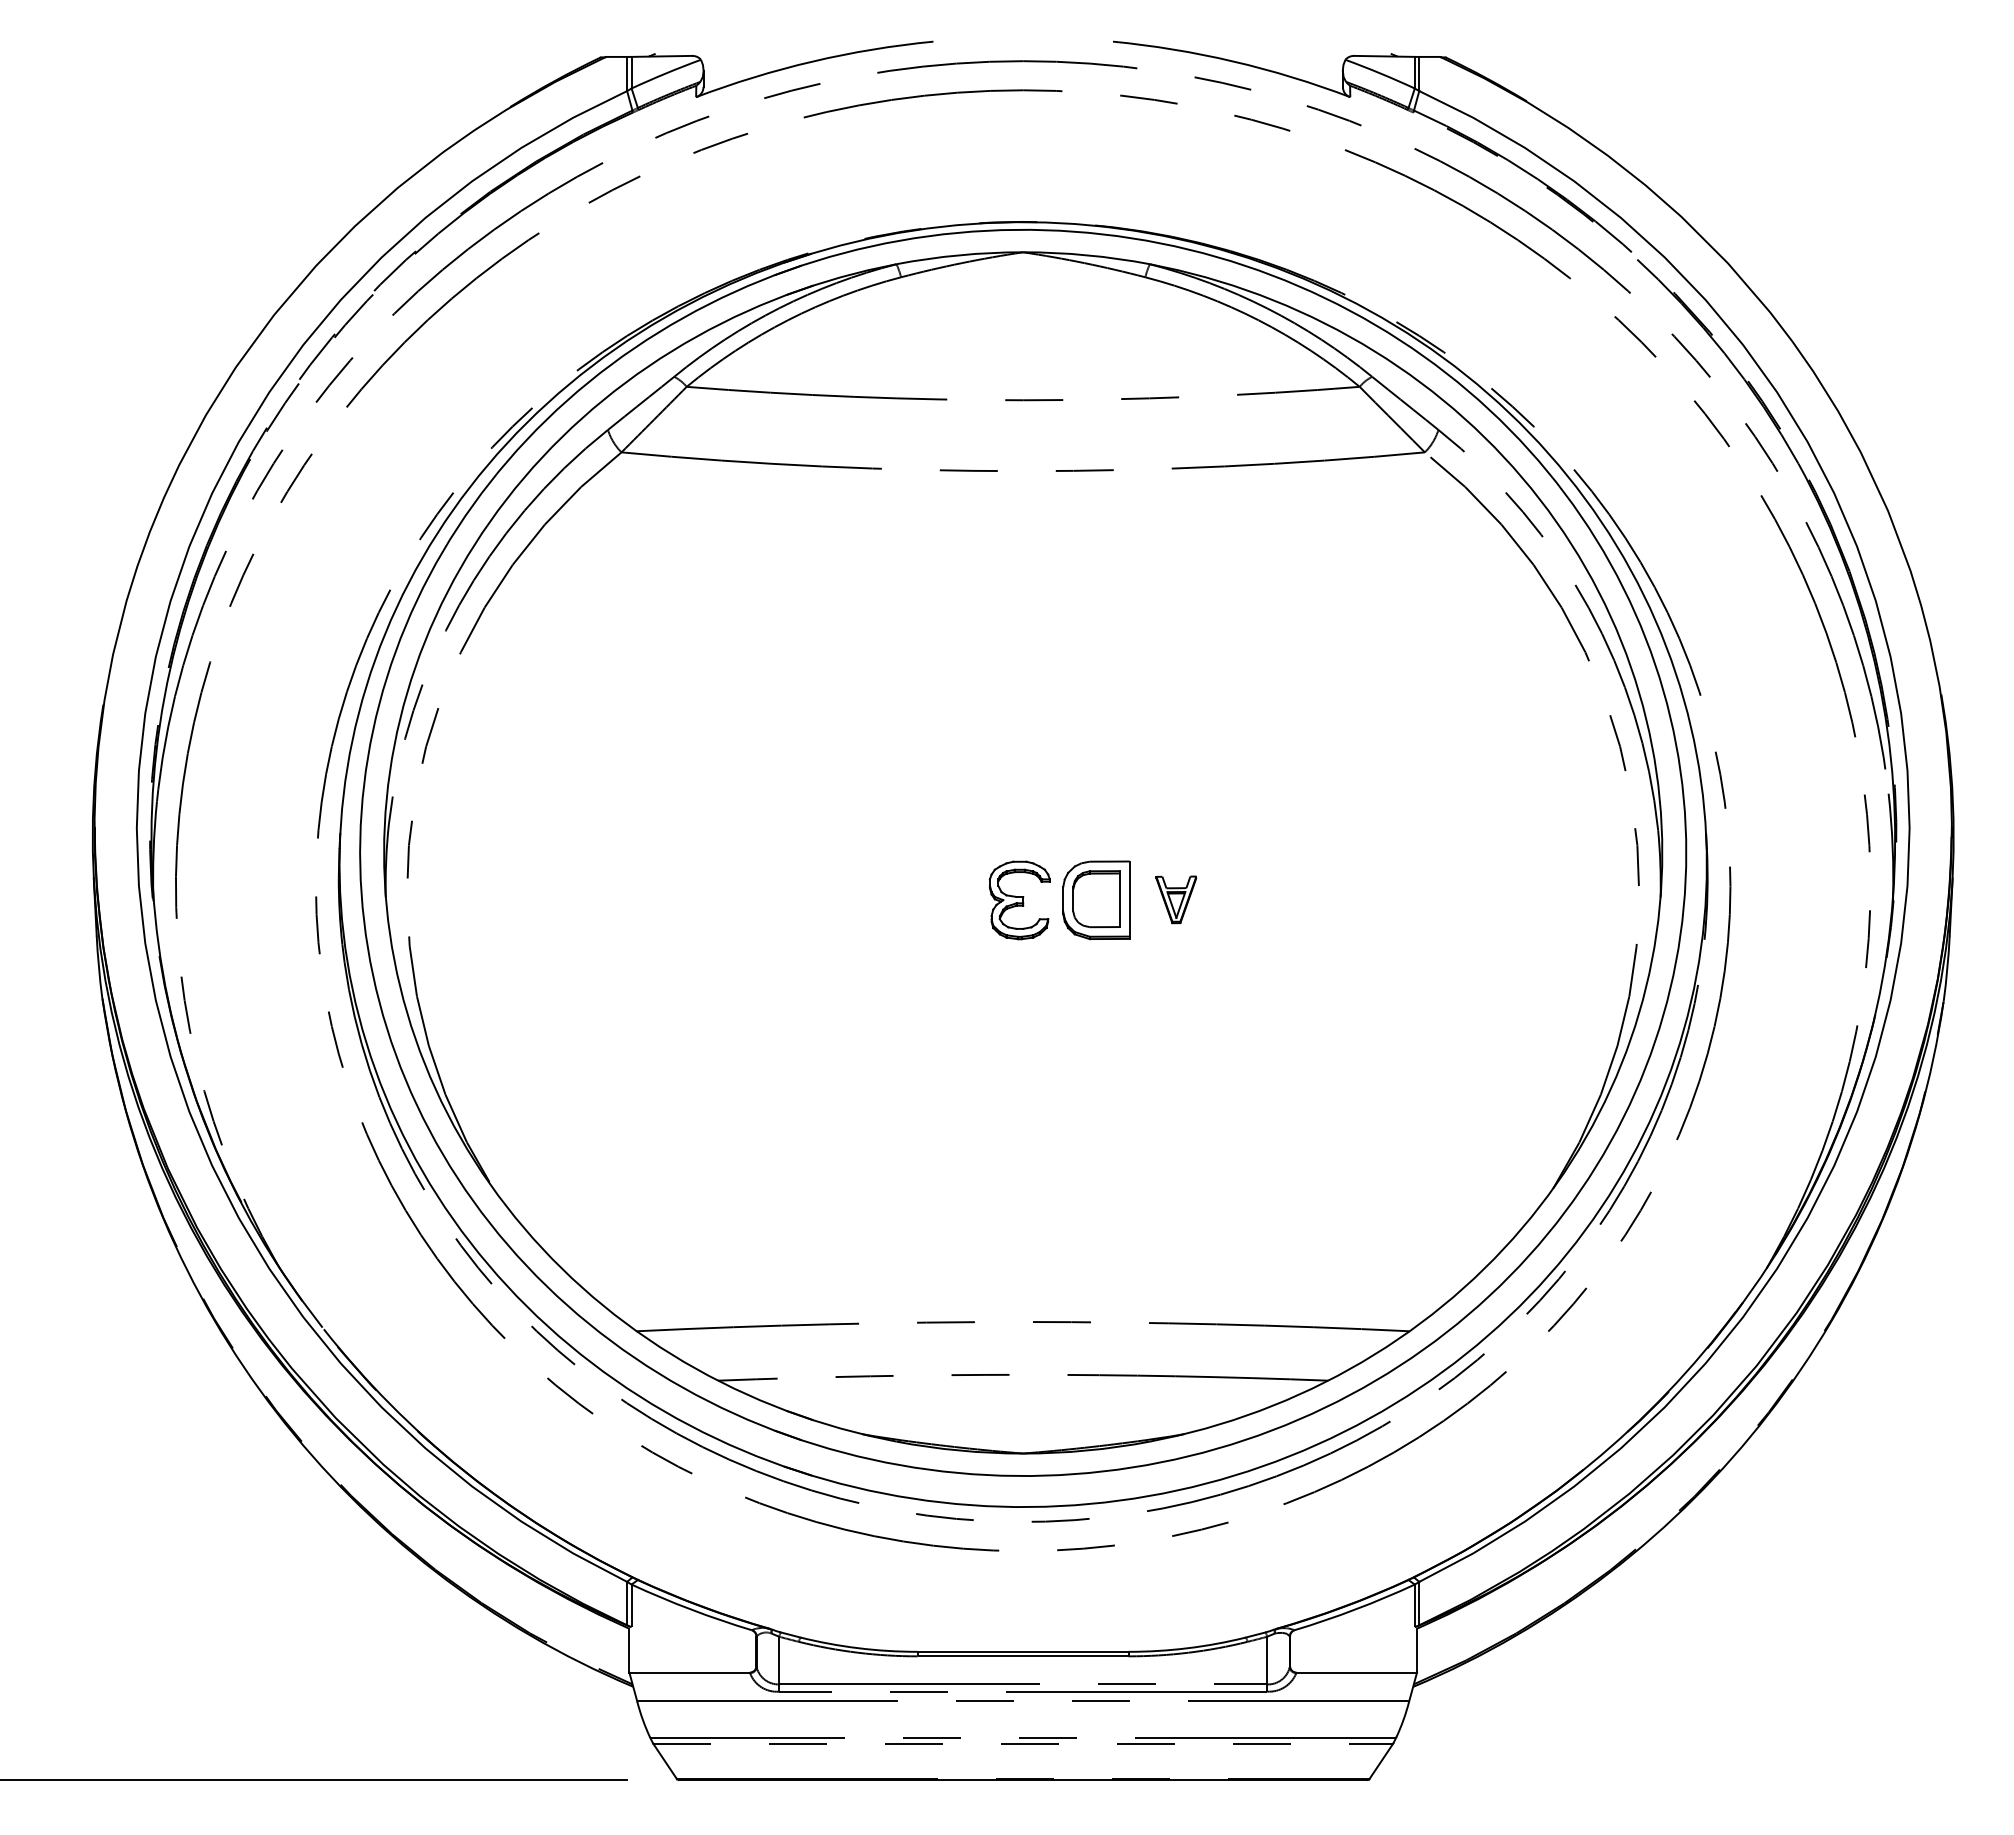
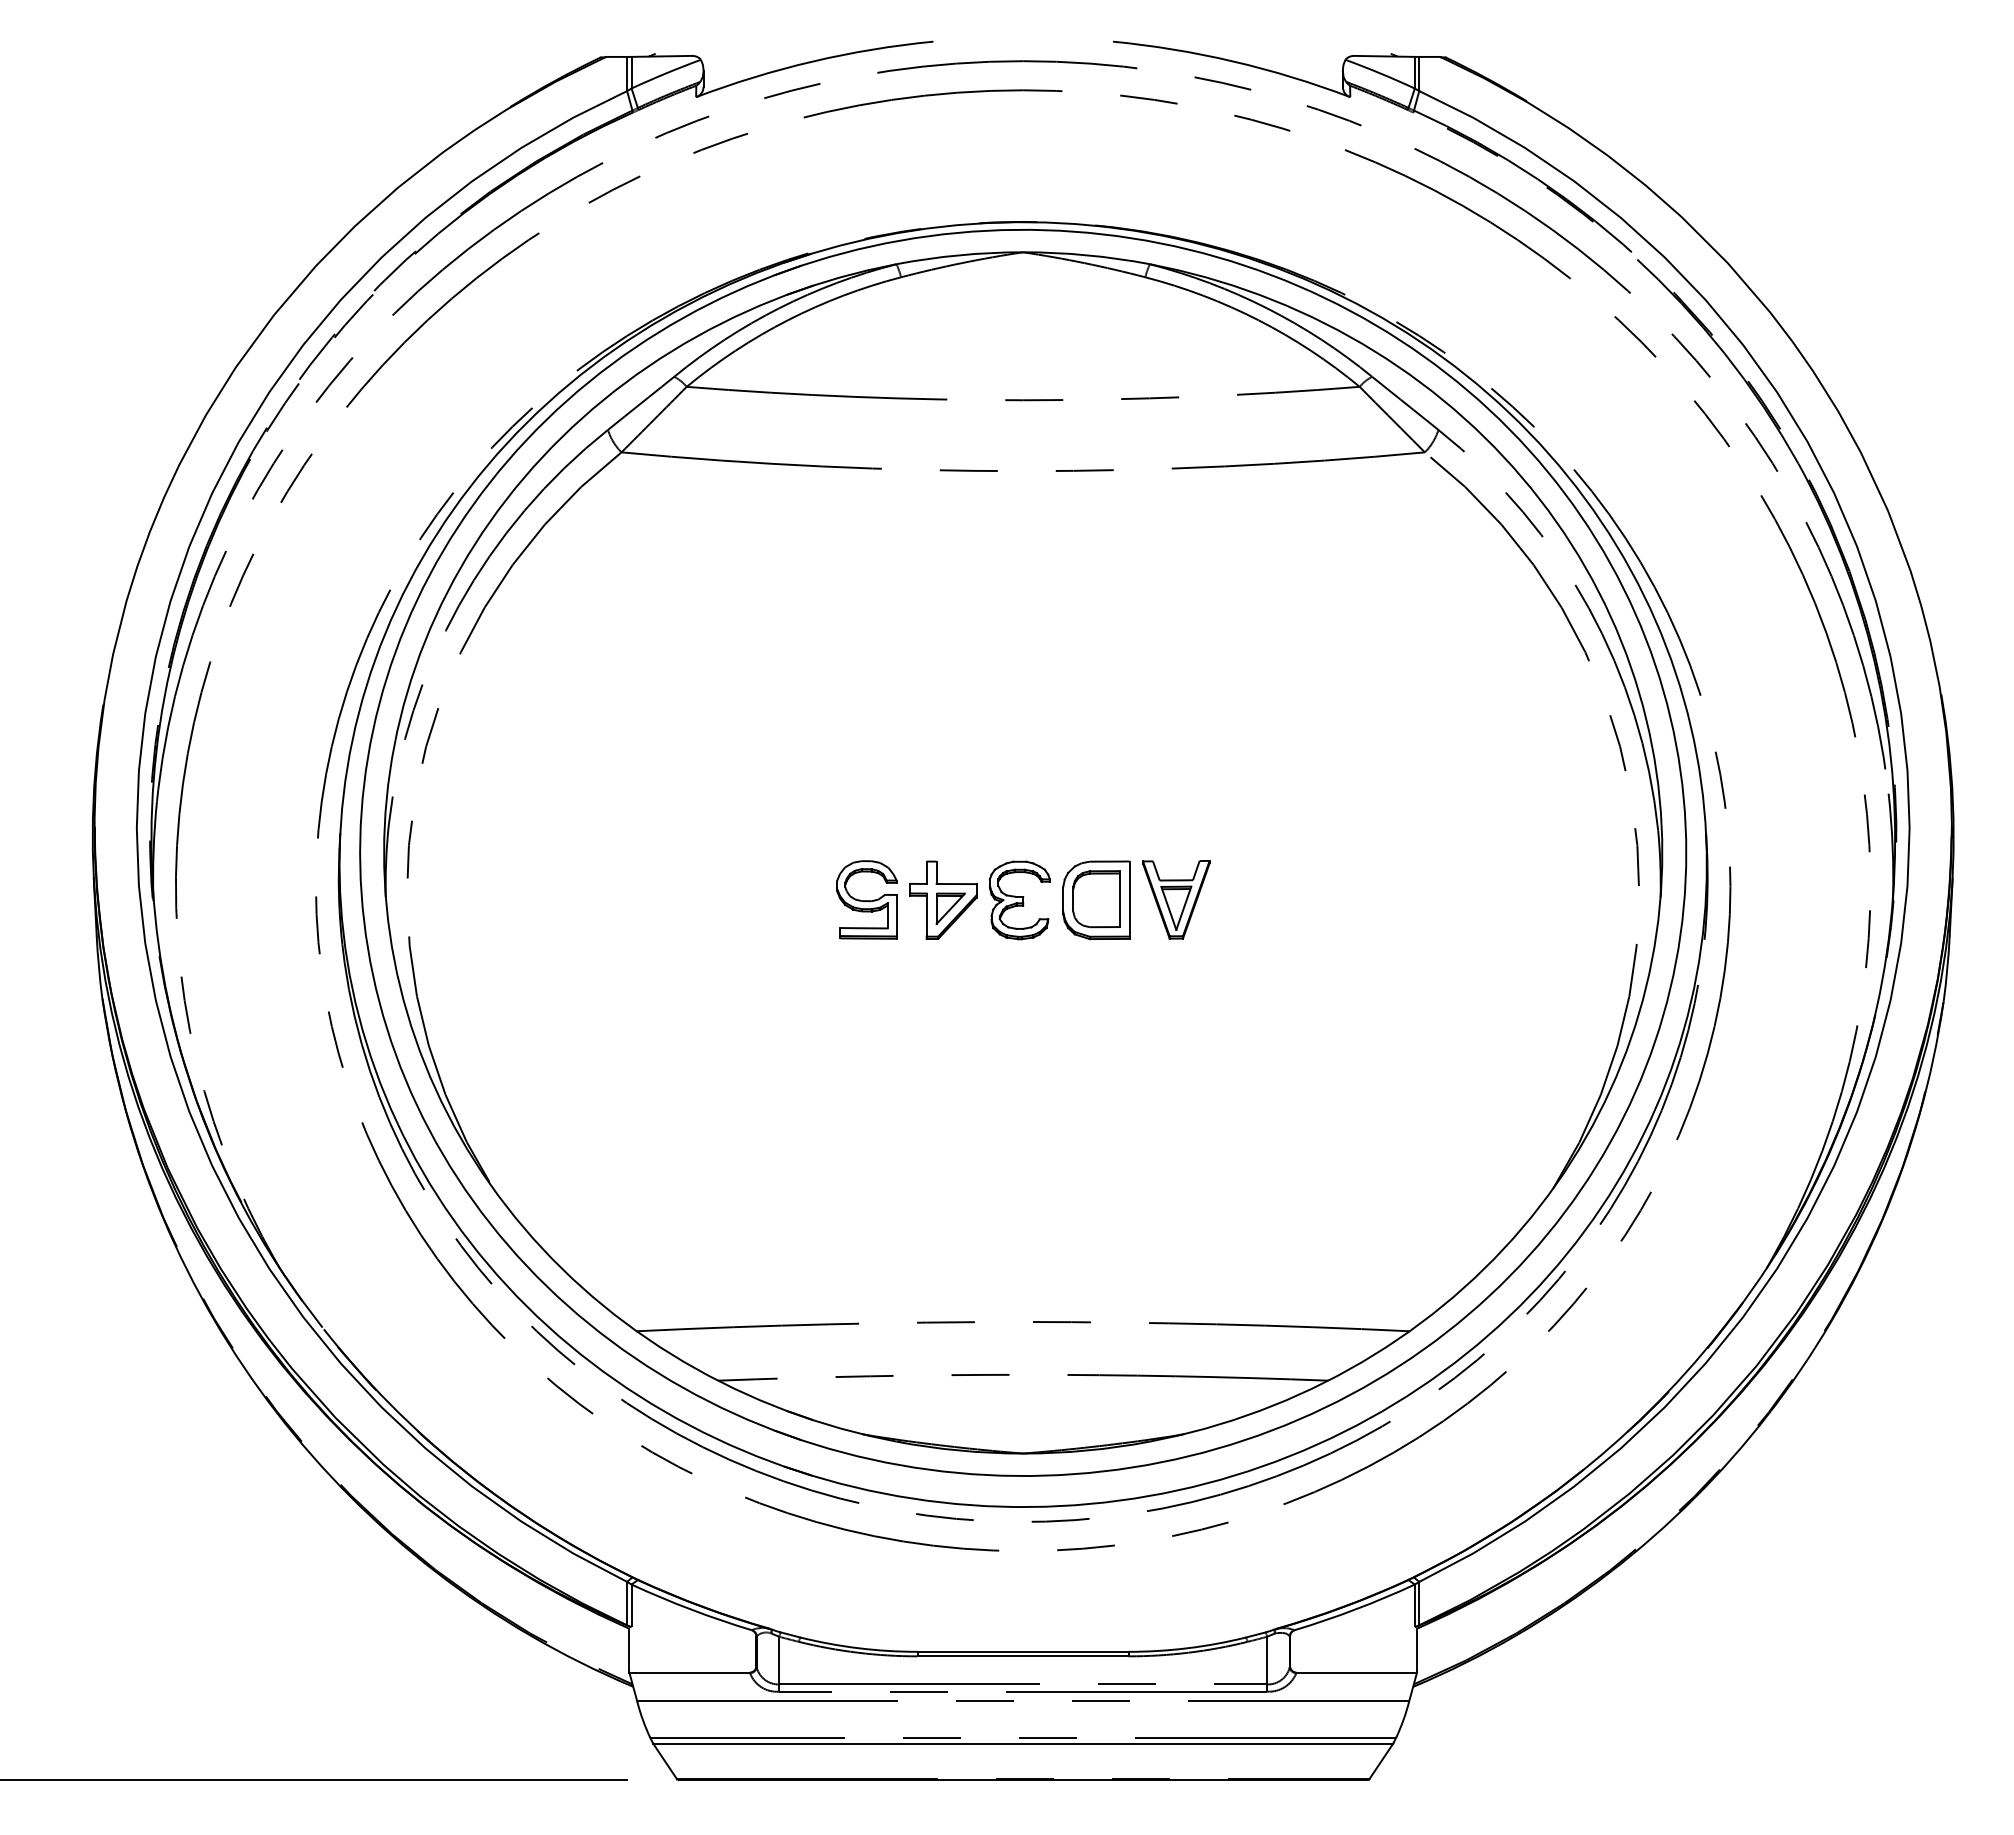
part at (866, 899): none -> present
part at (943, 899): none -> present
part at (1176, 899) size: 43x50 px -> 69x80 px
line at (1023, 1743): dashed -> solid
